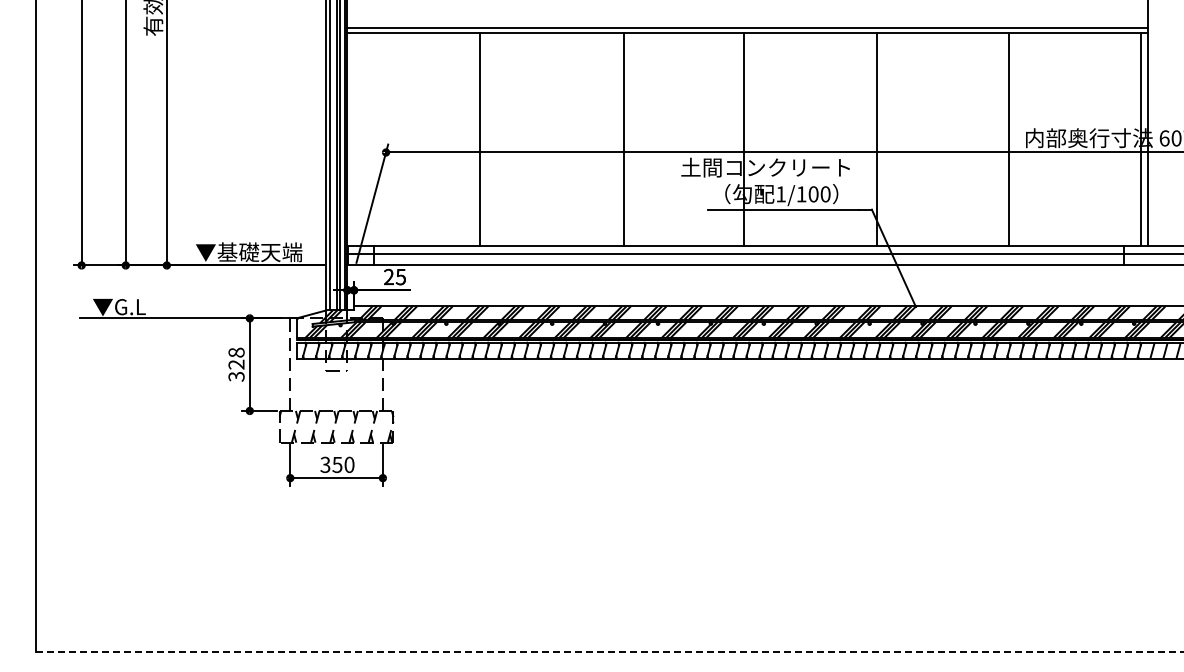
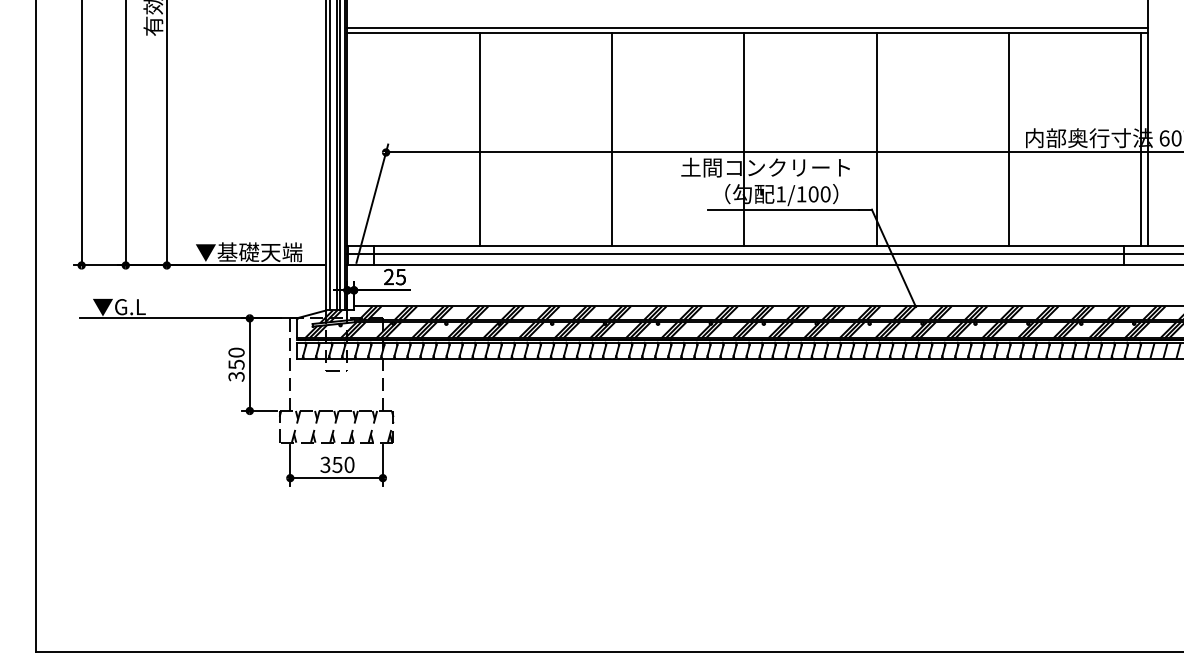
line at (624, 139) position: (624, 139) -> (612, 139)
text at (236, 358): 328 -> 350
line at (609, 652): dashed -> solid
